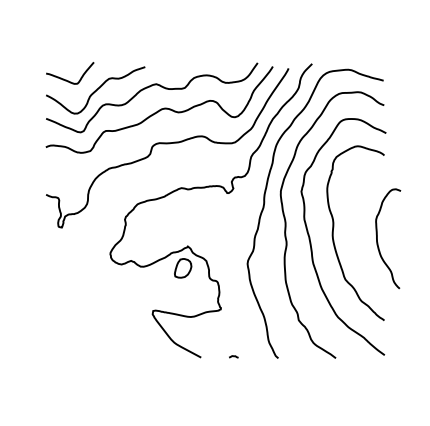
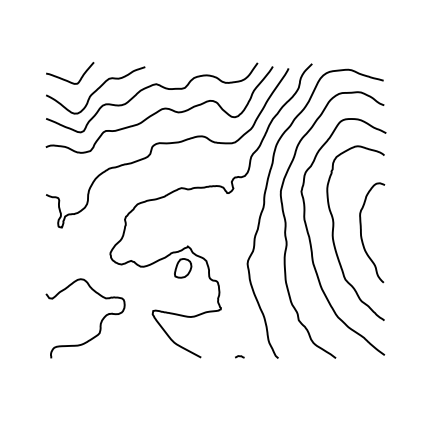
curve at (378, 242) position: (378, 242) -> (362, 236)
curve at (99, 324): none -> present
curve at (233, 356) position: (233, 356) -> (239, 356)
